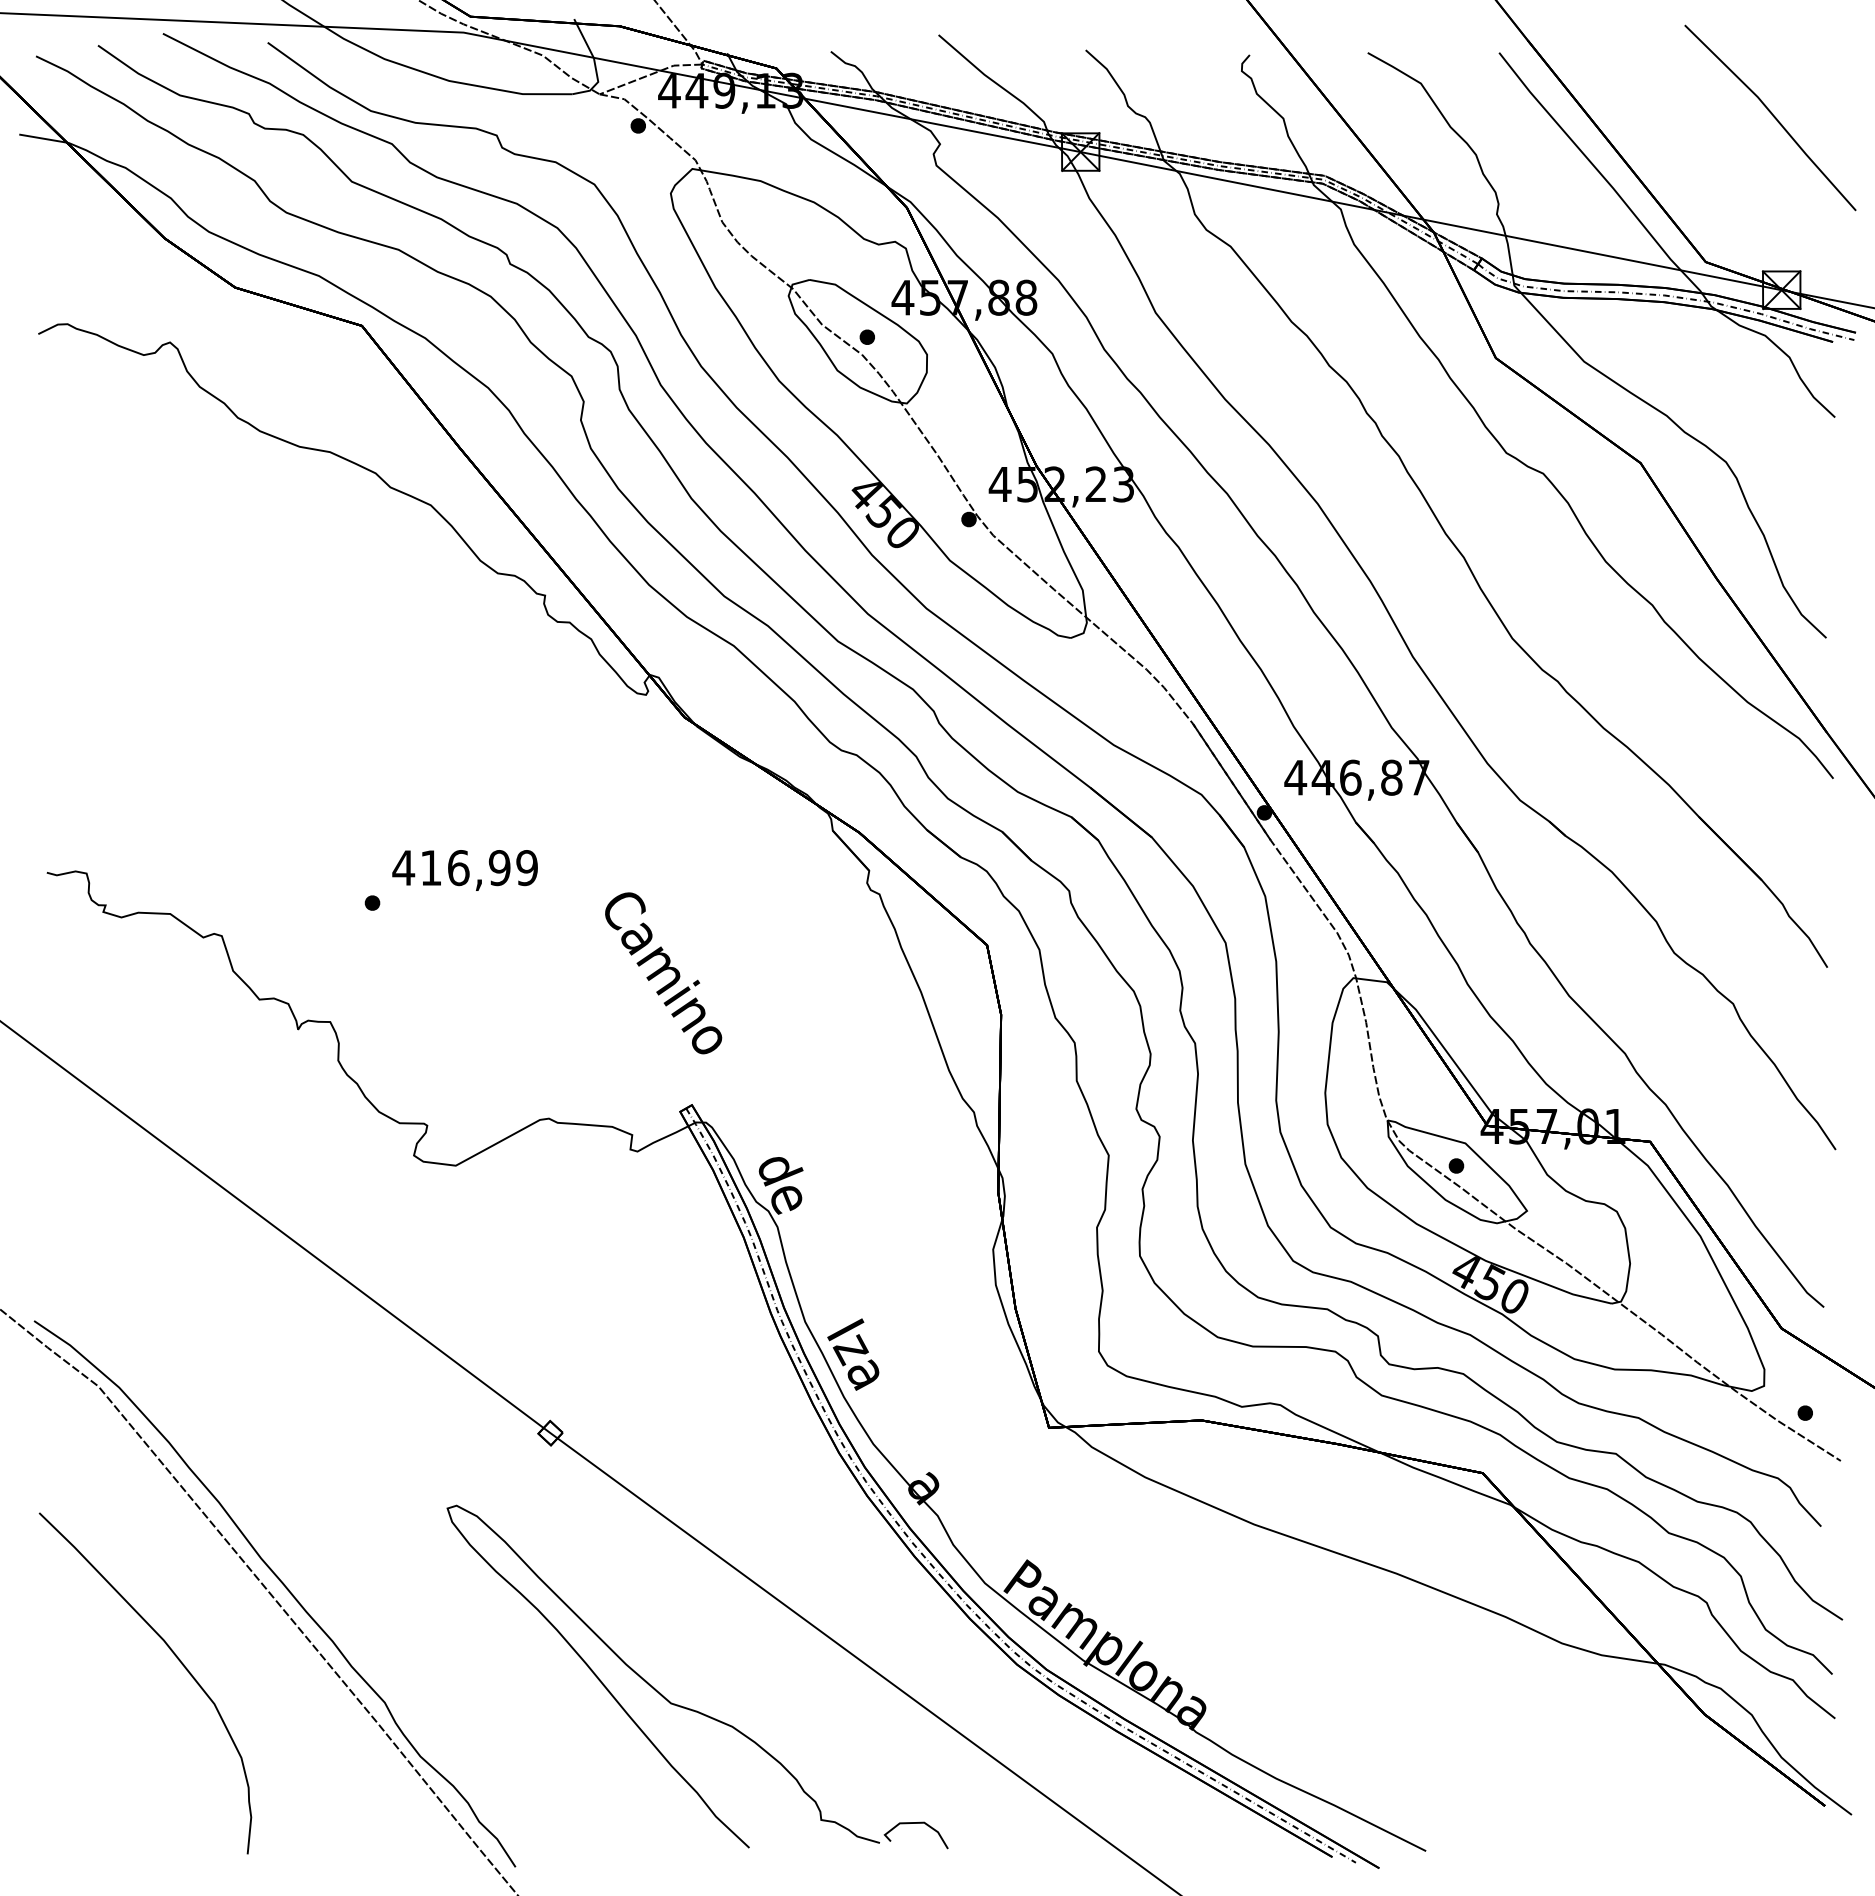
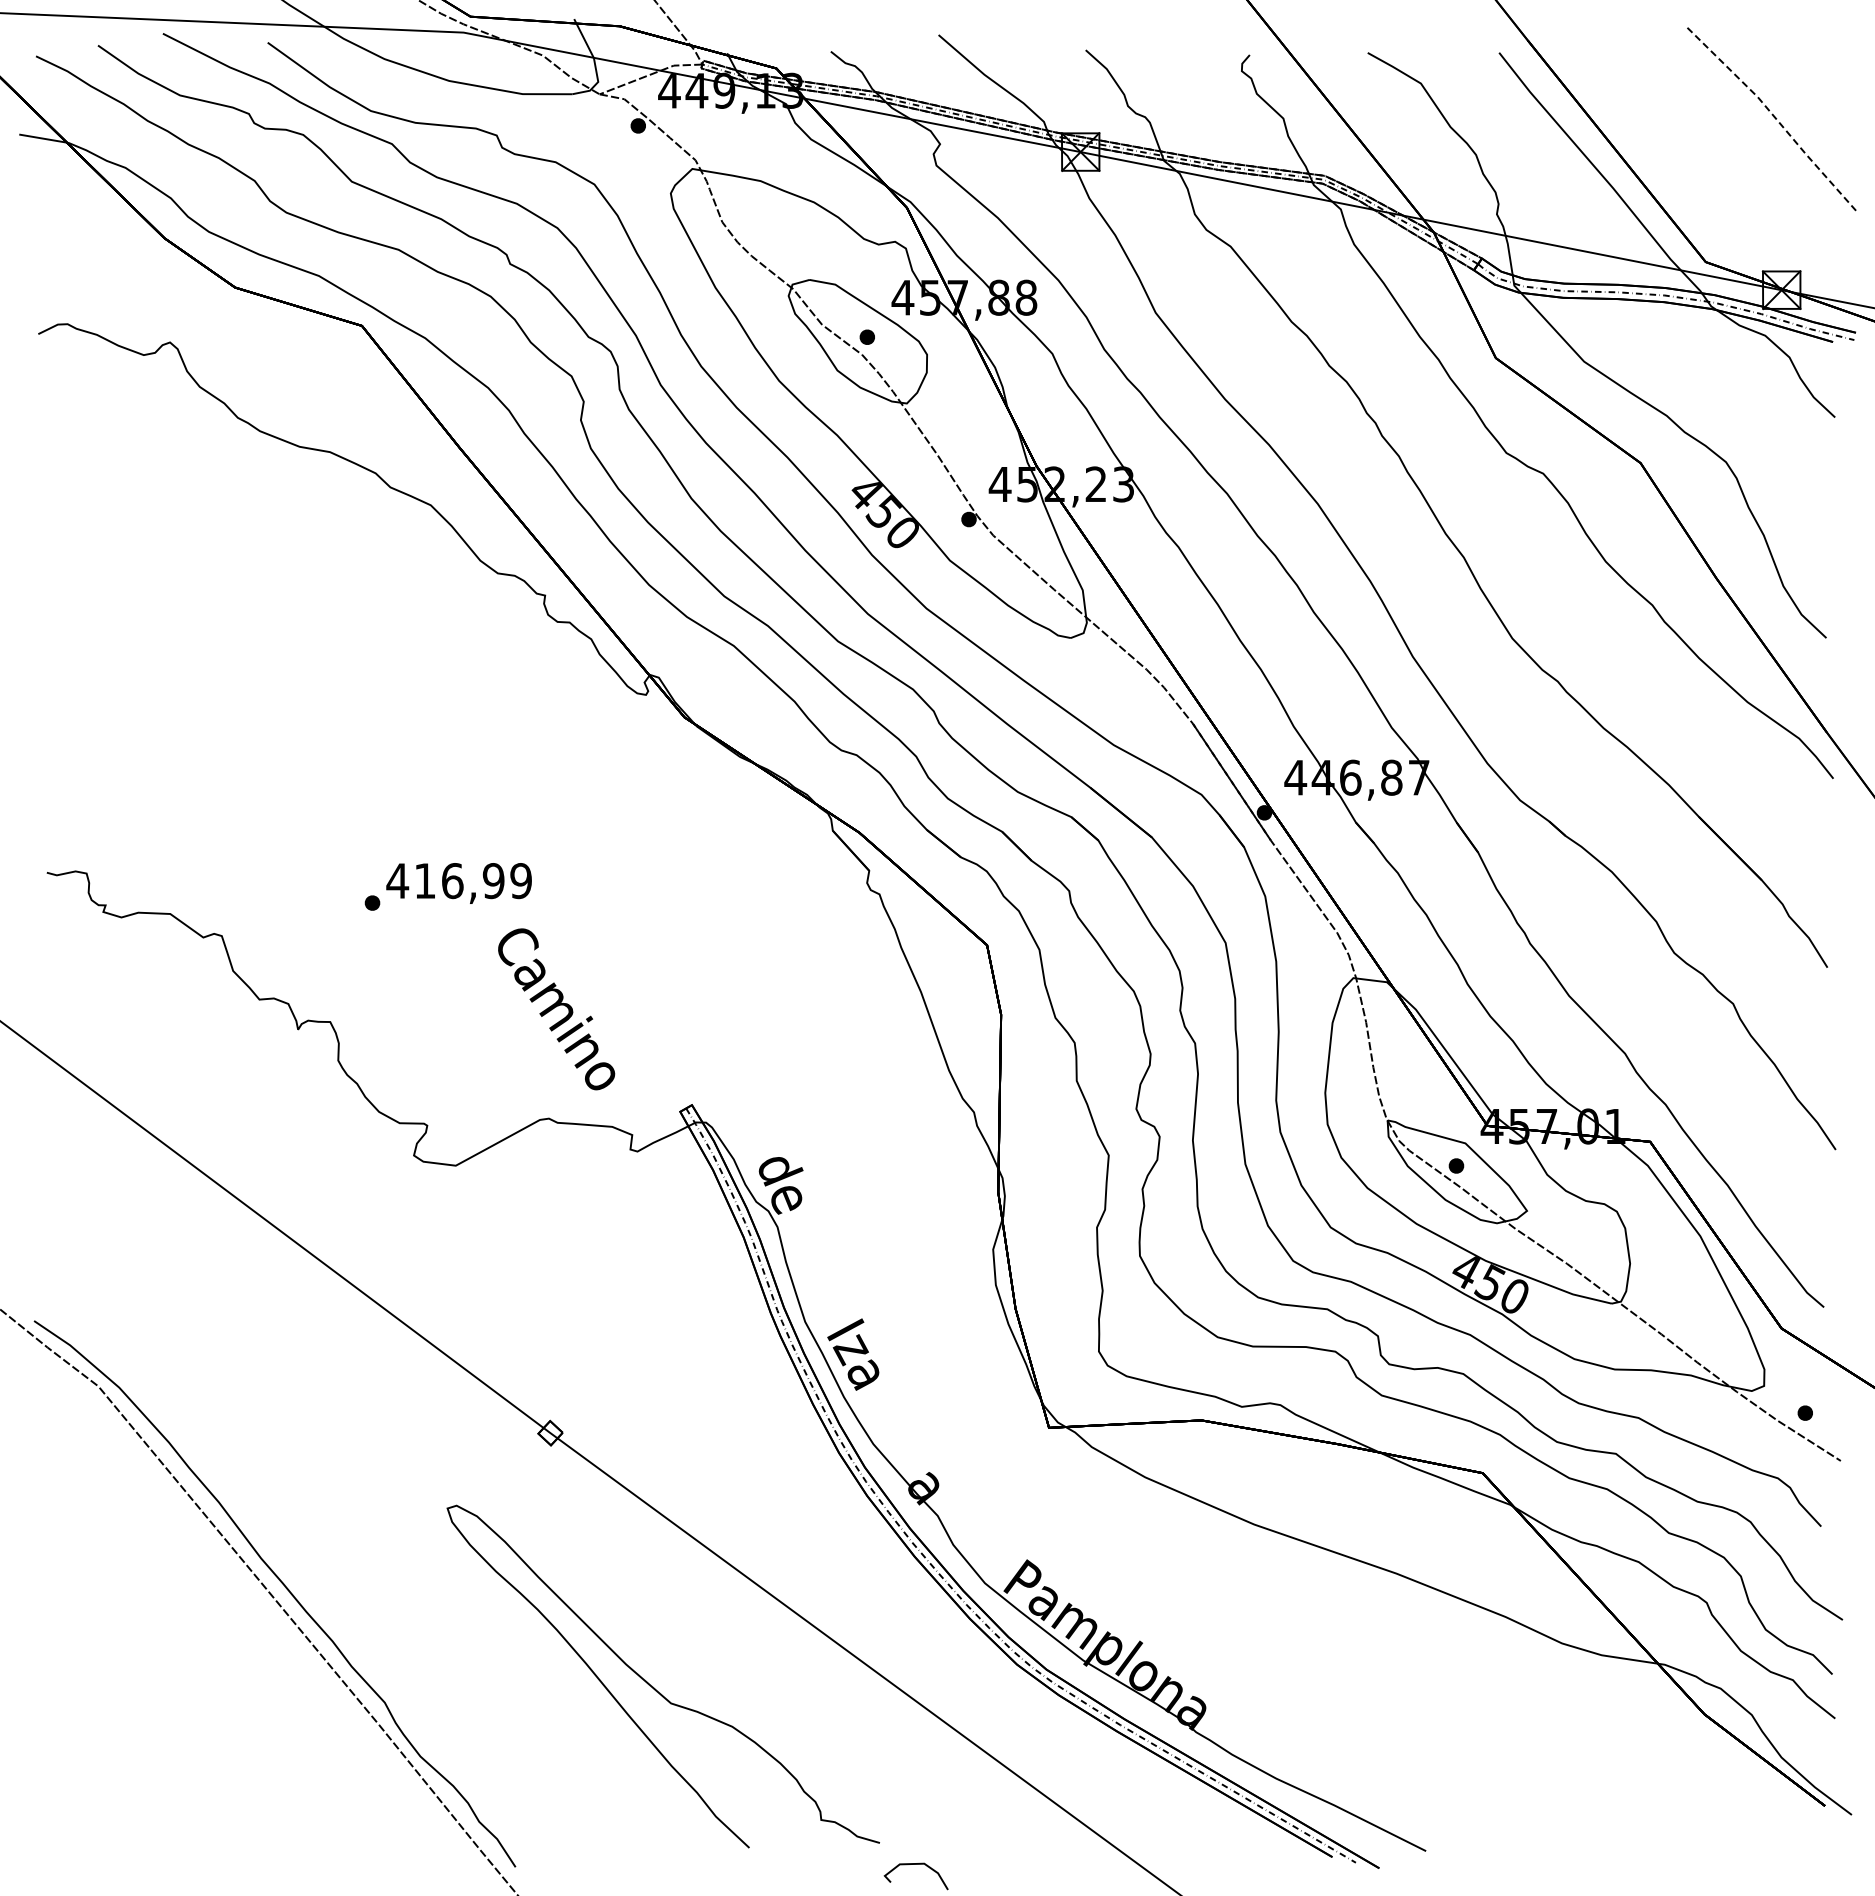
line at (1773, 115): solid -> dashed
text at (464, 870) position: (464, 870) -> (458, 883)
text at (663, 973) position: (663, 973) -> (556, 1009)
curve at (177, 1659): present -> none
curve at (915, 1823) position: (915, 1823) -> (915, 1864)
